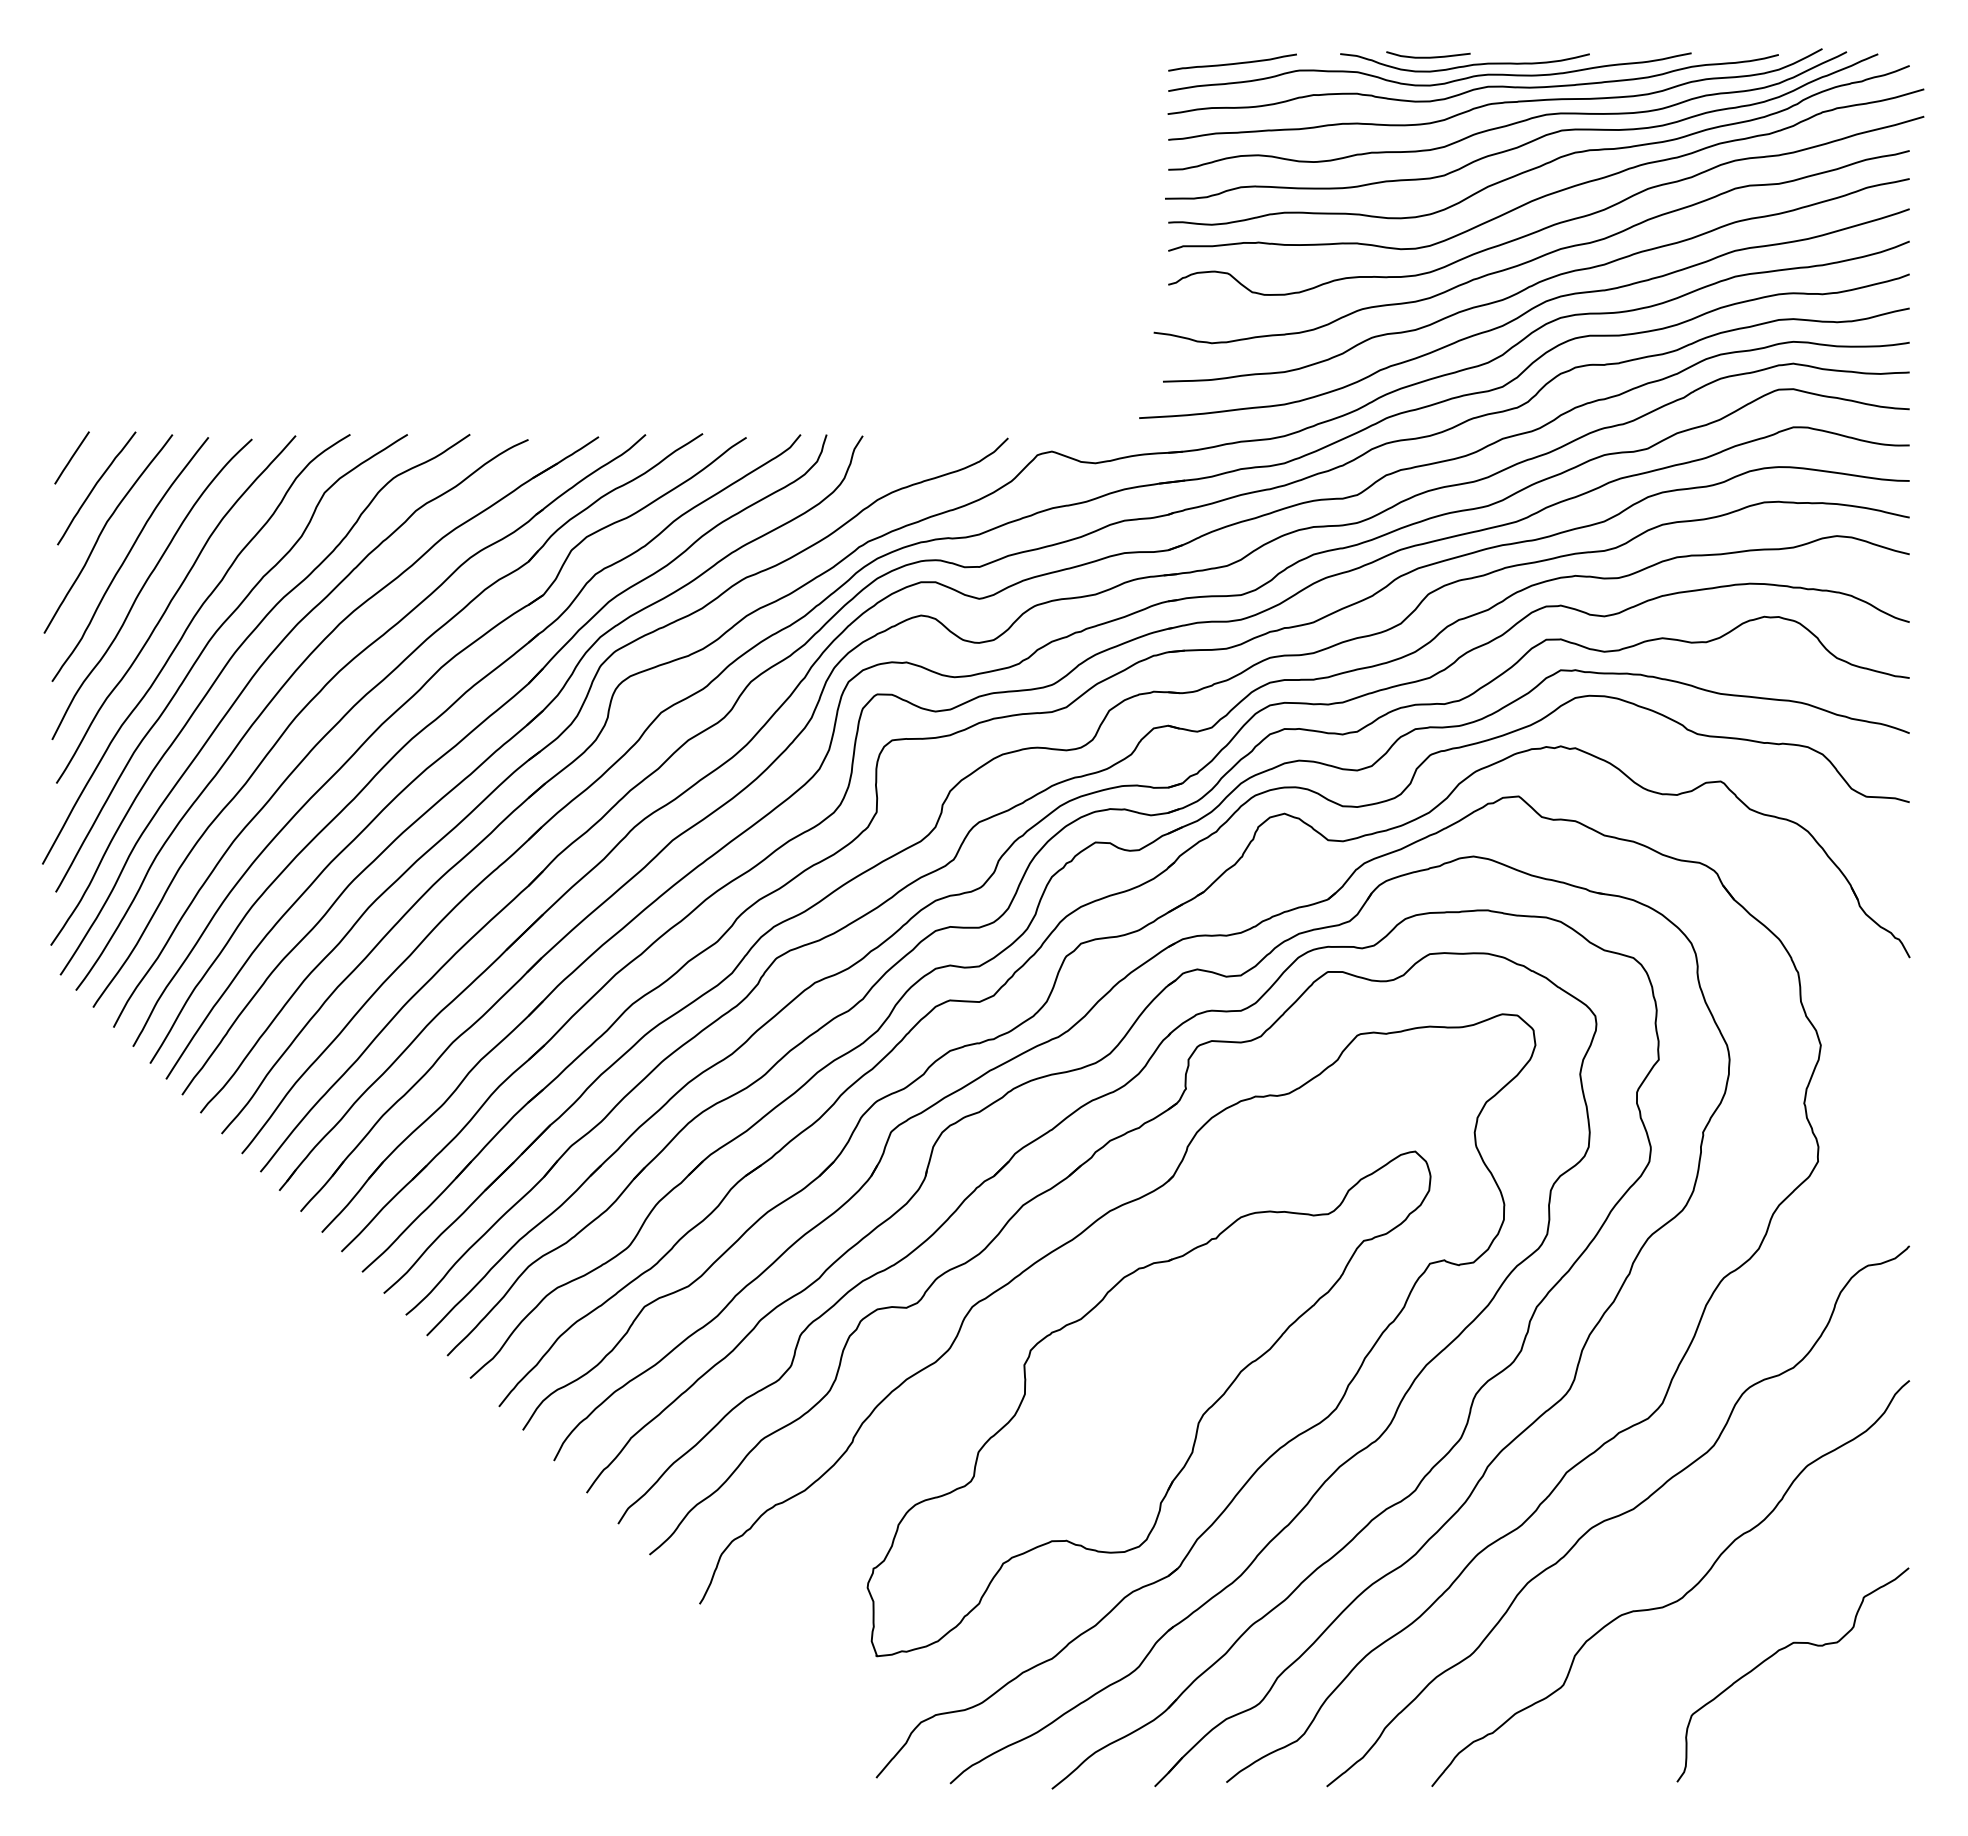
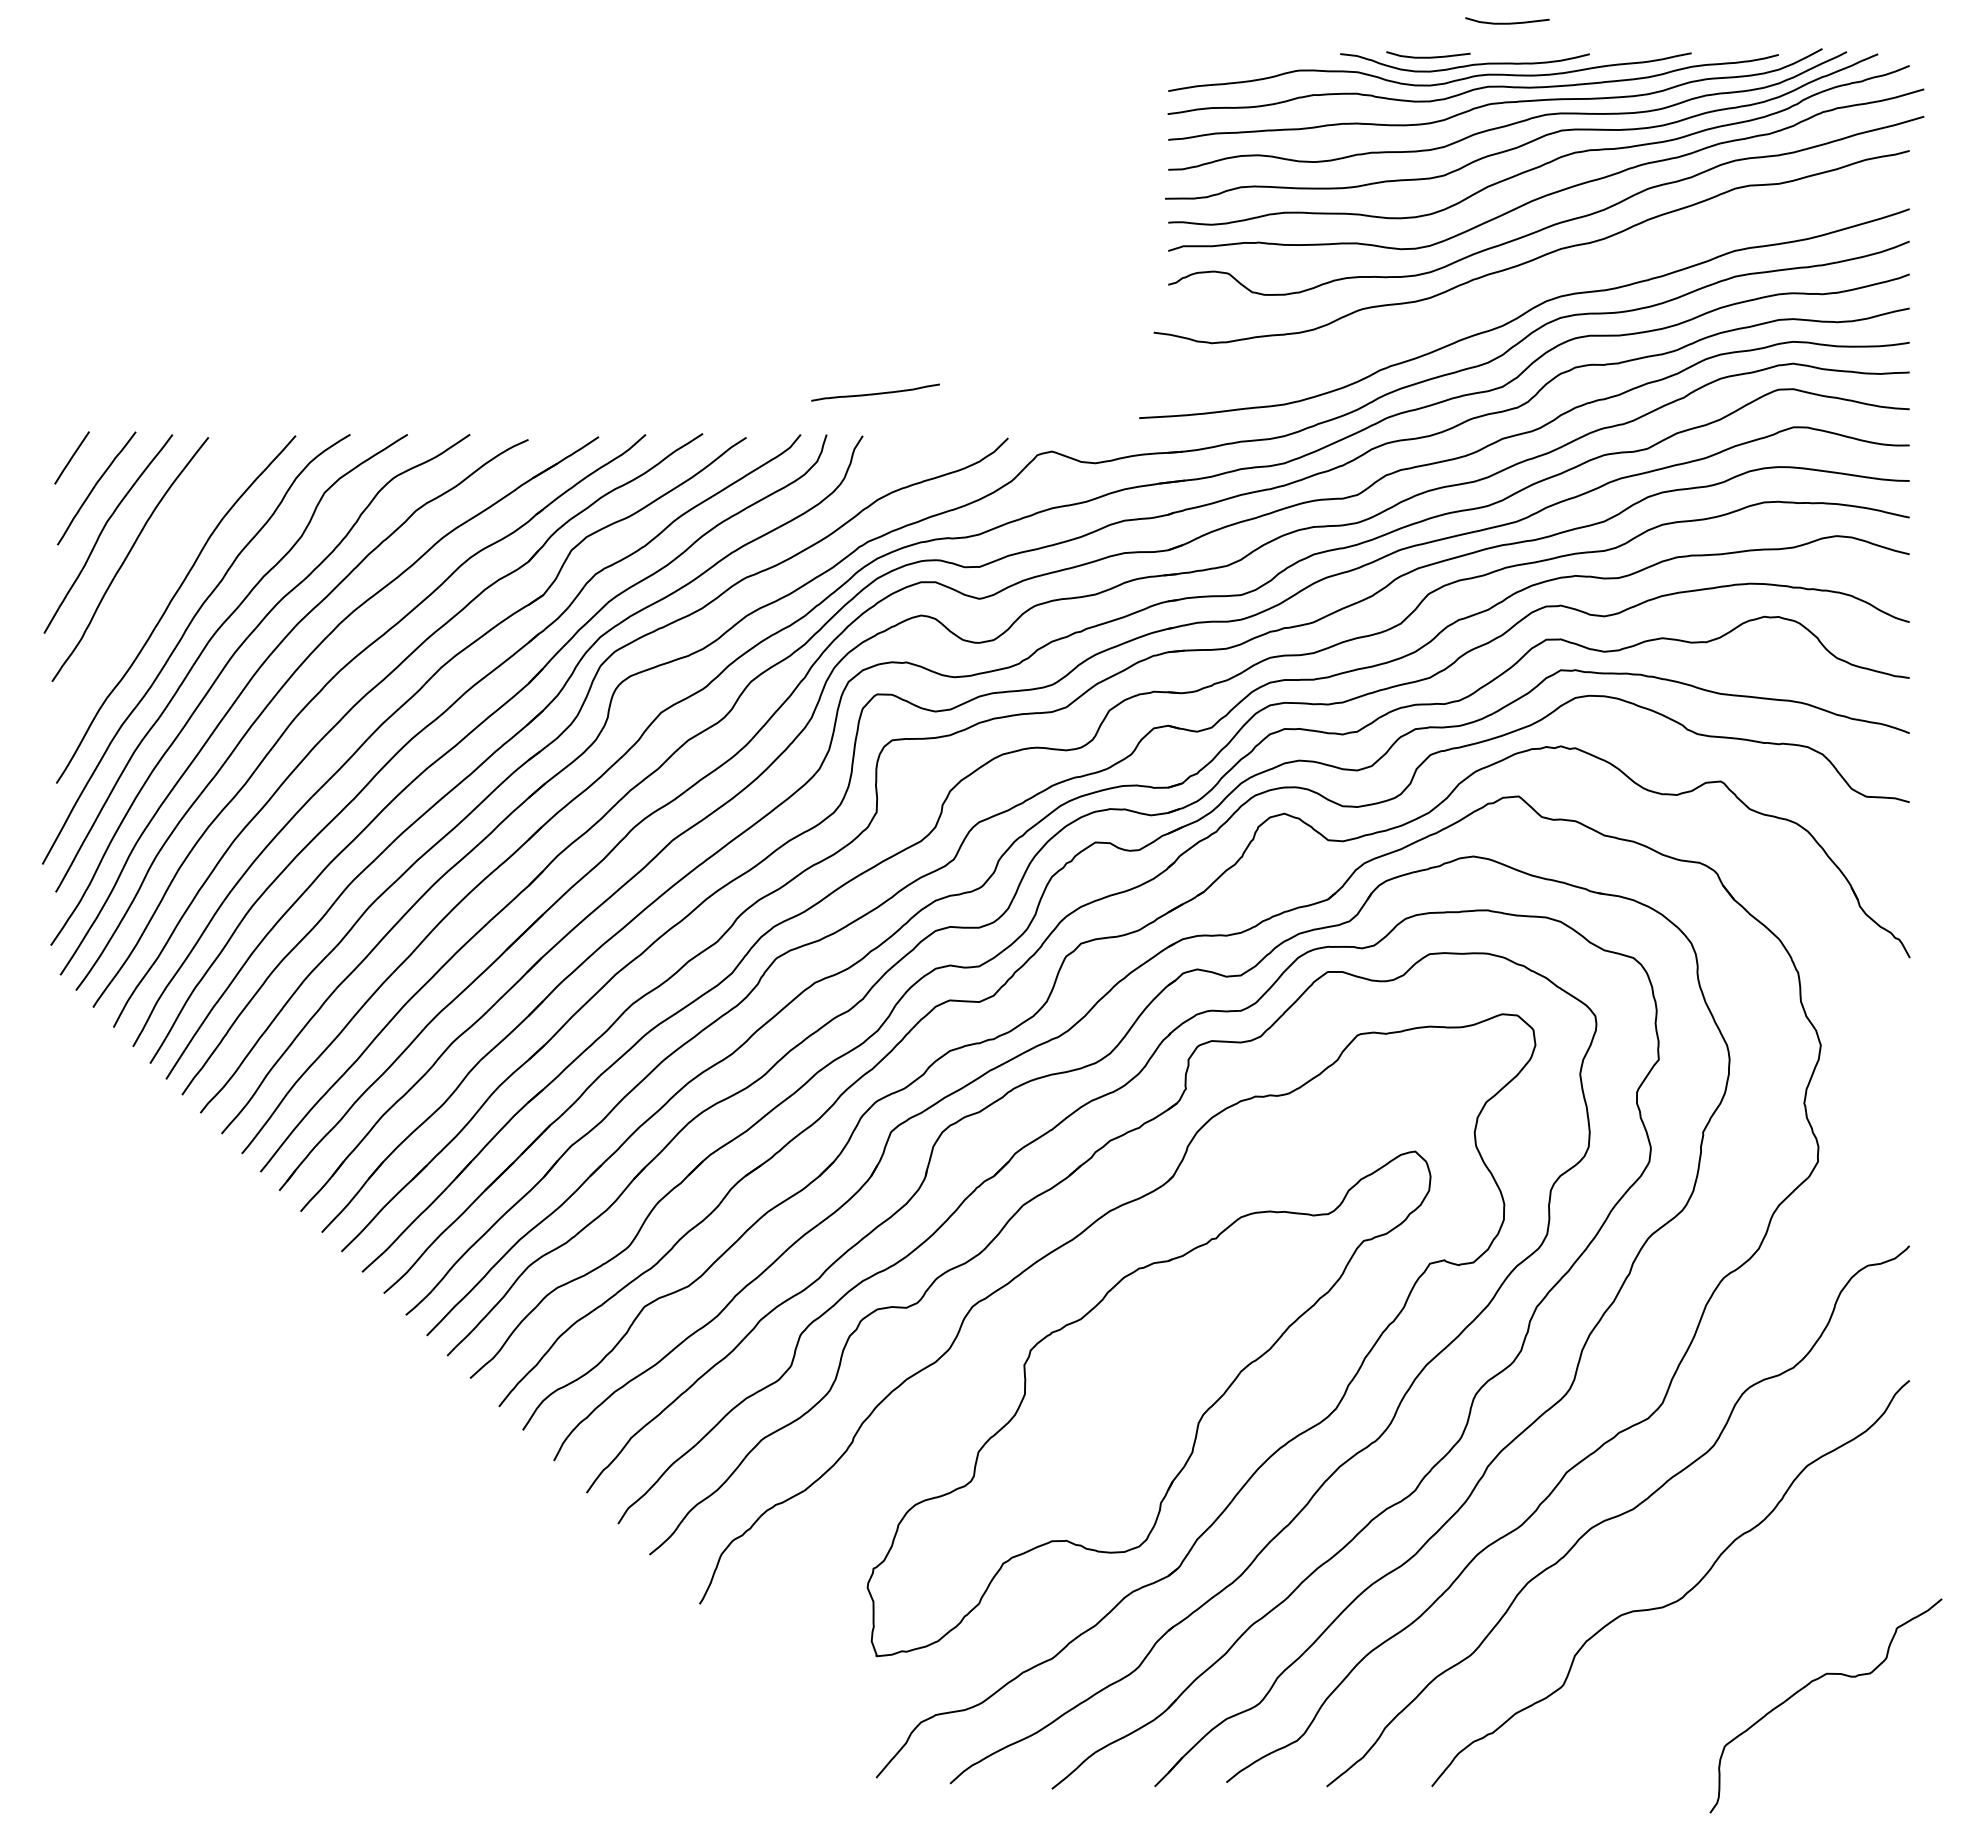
curve at (1507, 22): none -> present
curve at (1232, 63) position: (1232, 63) -> (875, 393)
curve at (1536, 282): present -> none
curve at (146, 583): present -> none
curve at (1774, 1655) position: (1774, 1655) -> (1807, 1686)
